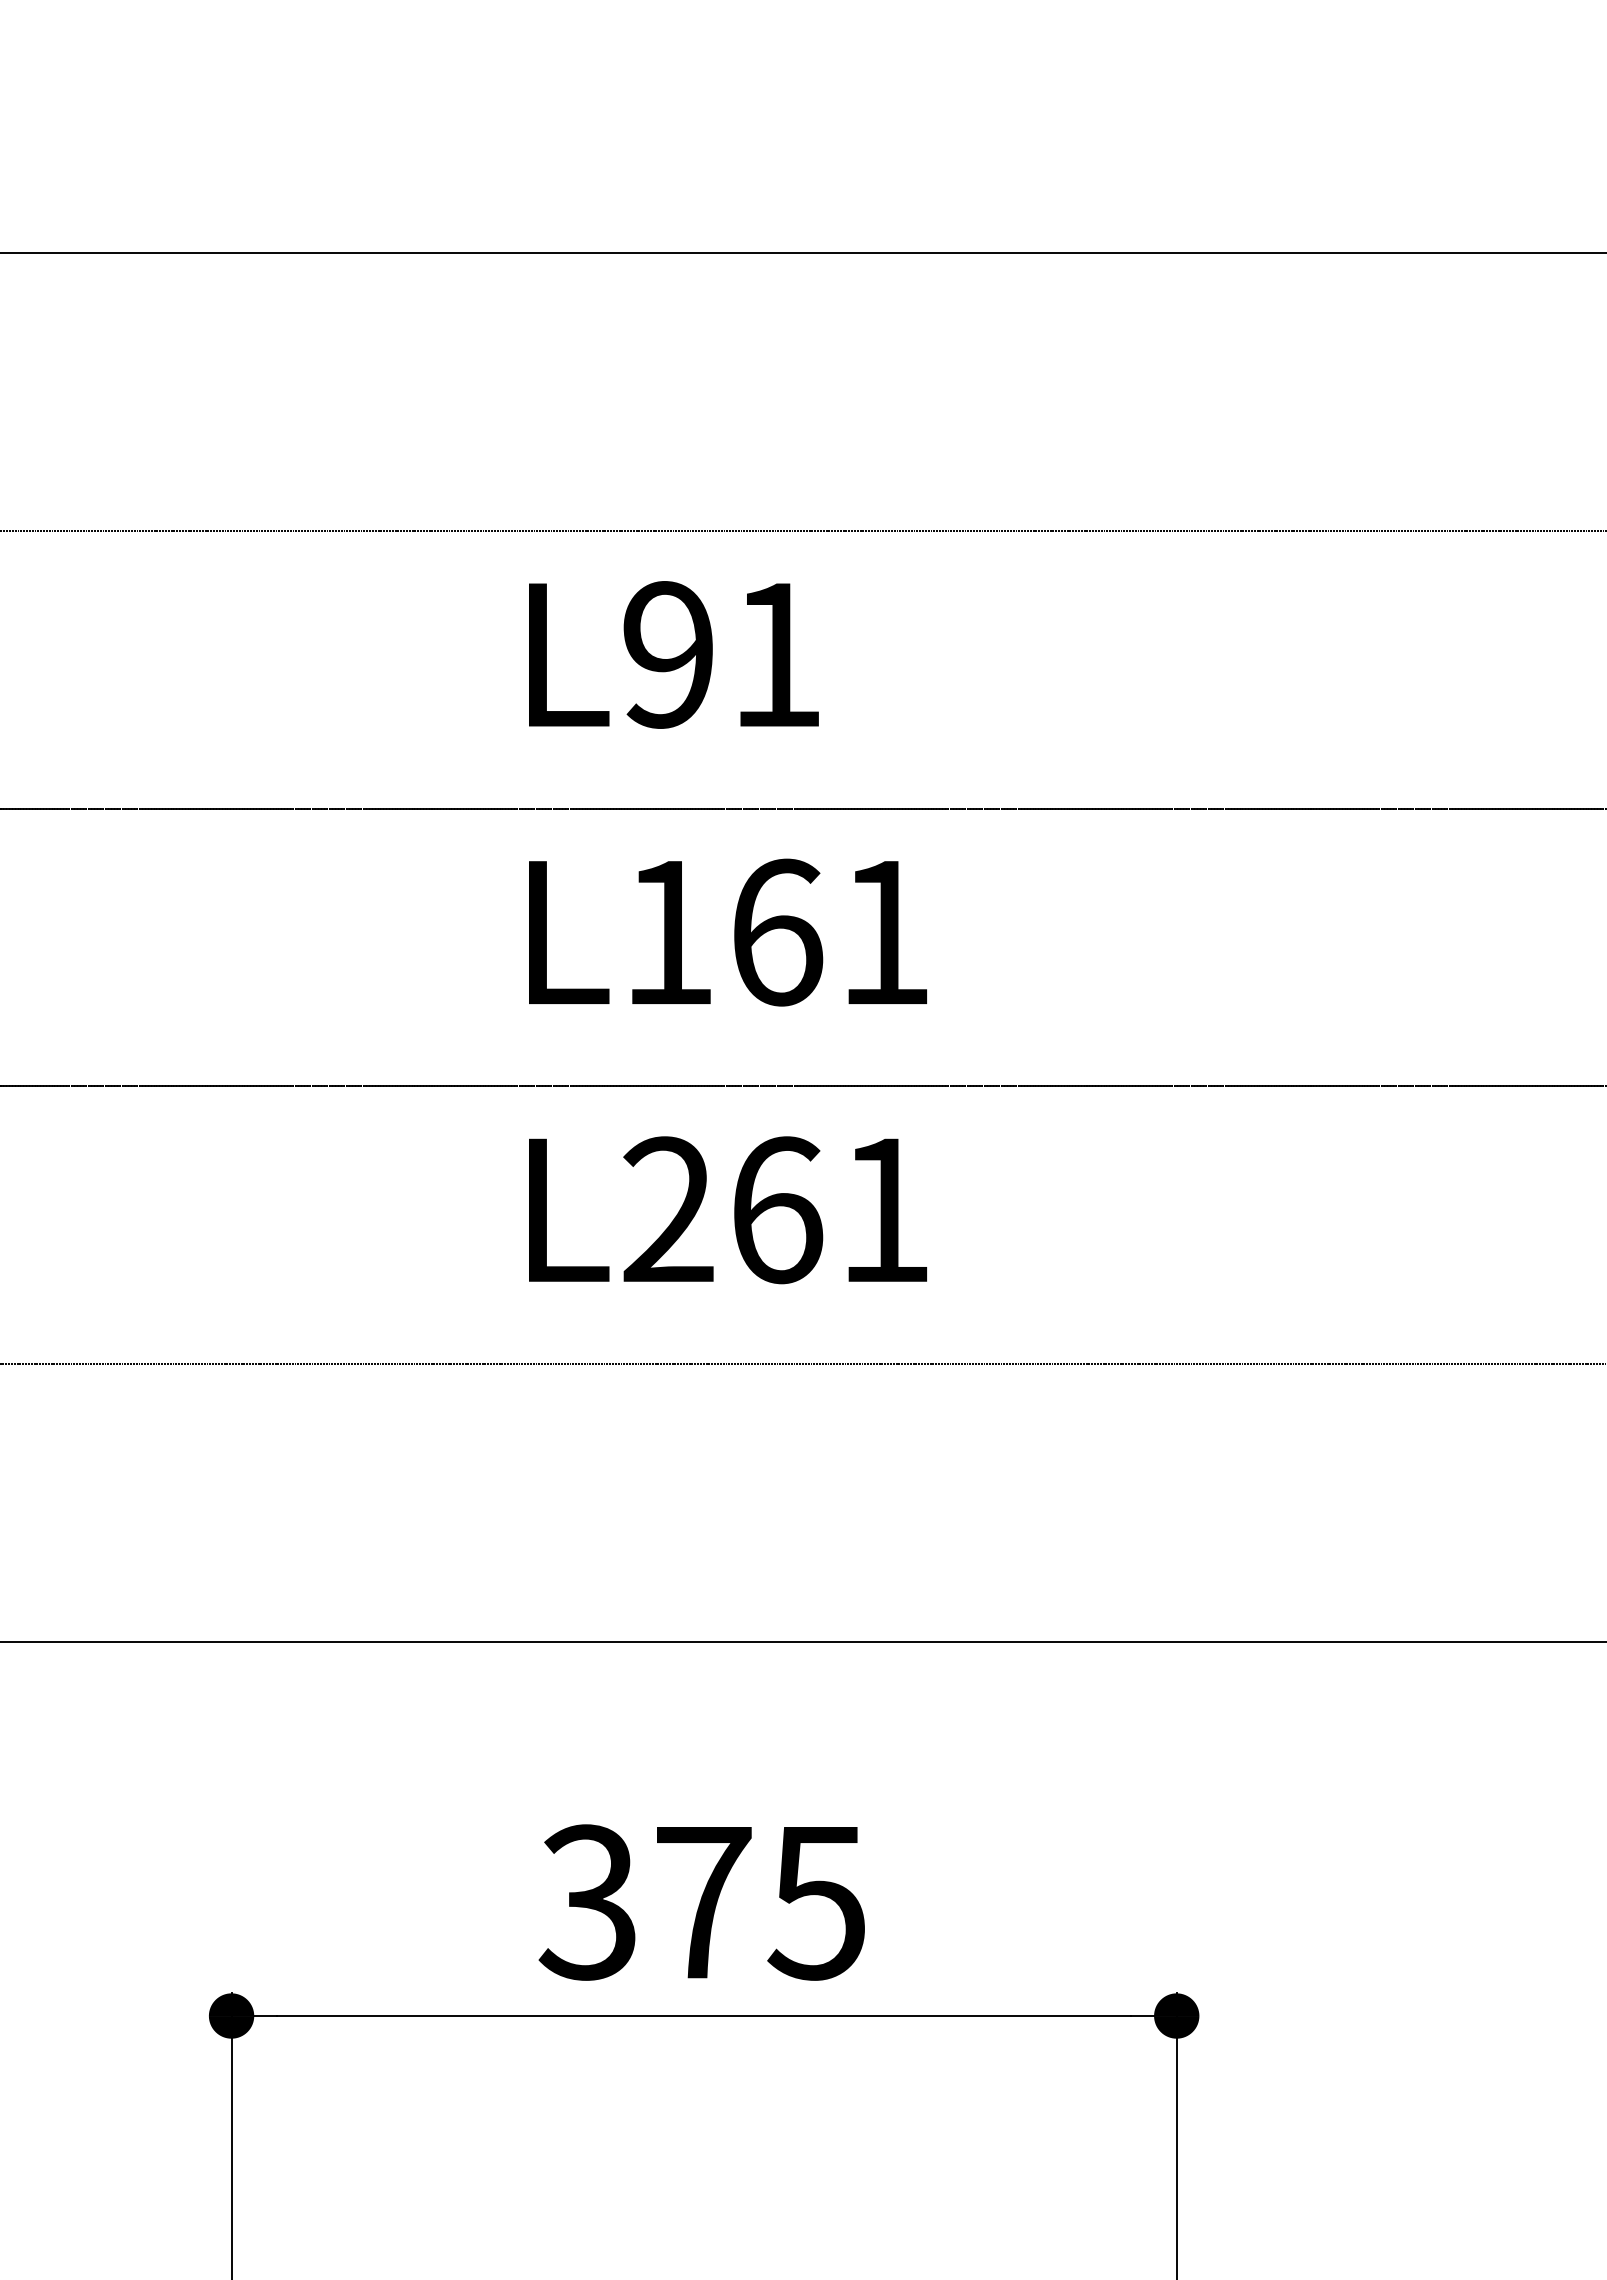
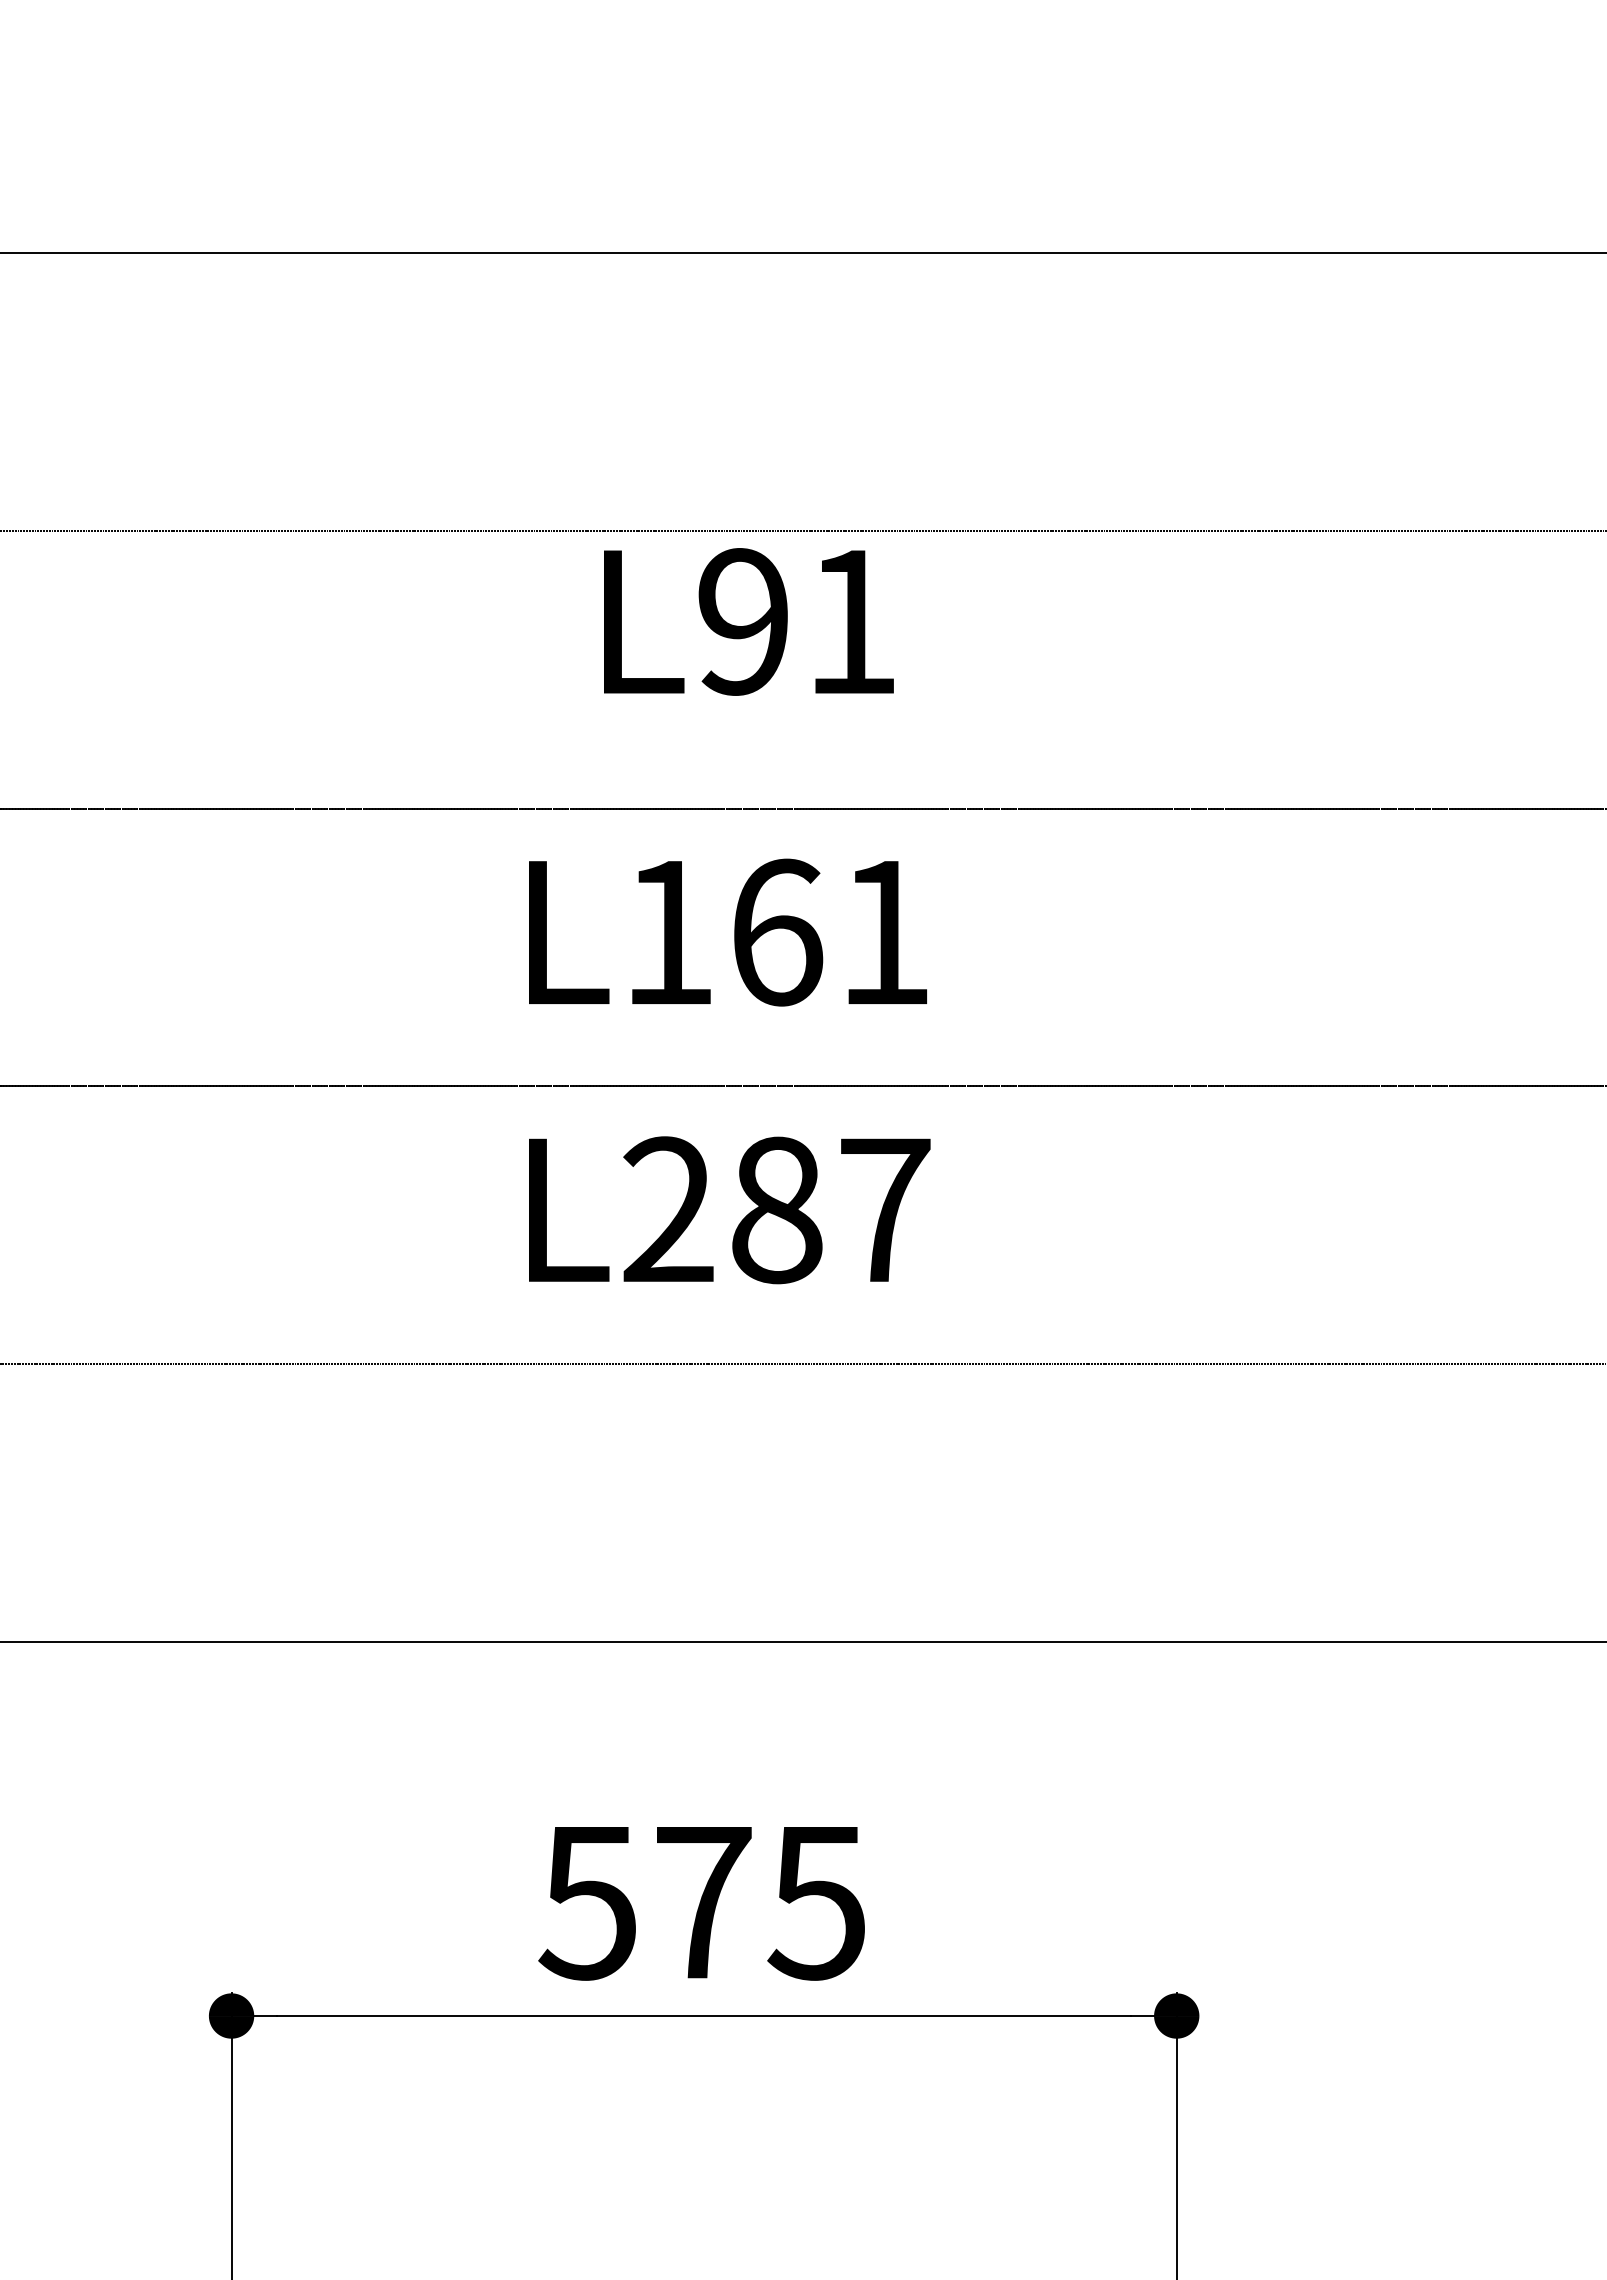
text at (673, 654) position: (673, 654) -> (748, 621)
text at (831, 1210): L261 -> L287
text at (586, 1902): 375 -> 575
